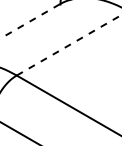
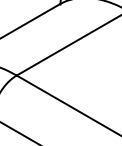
line at (29, 21): dashed -> solid
line at (69, 45): dashed -> solid
